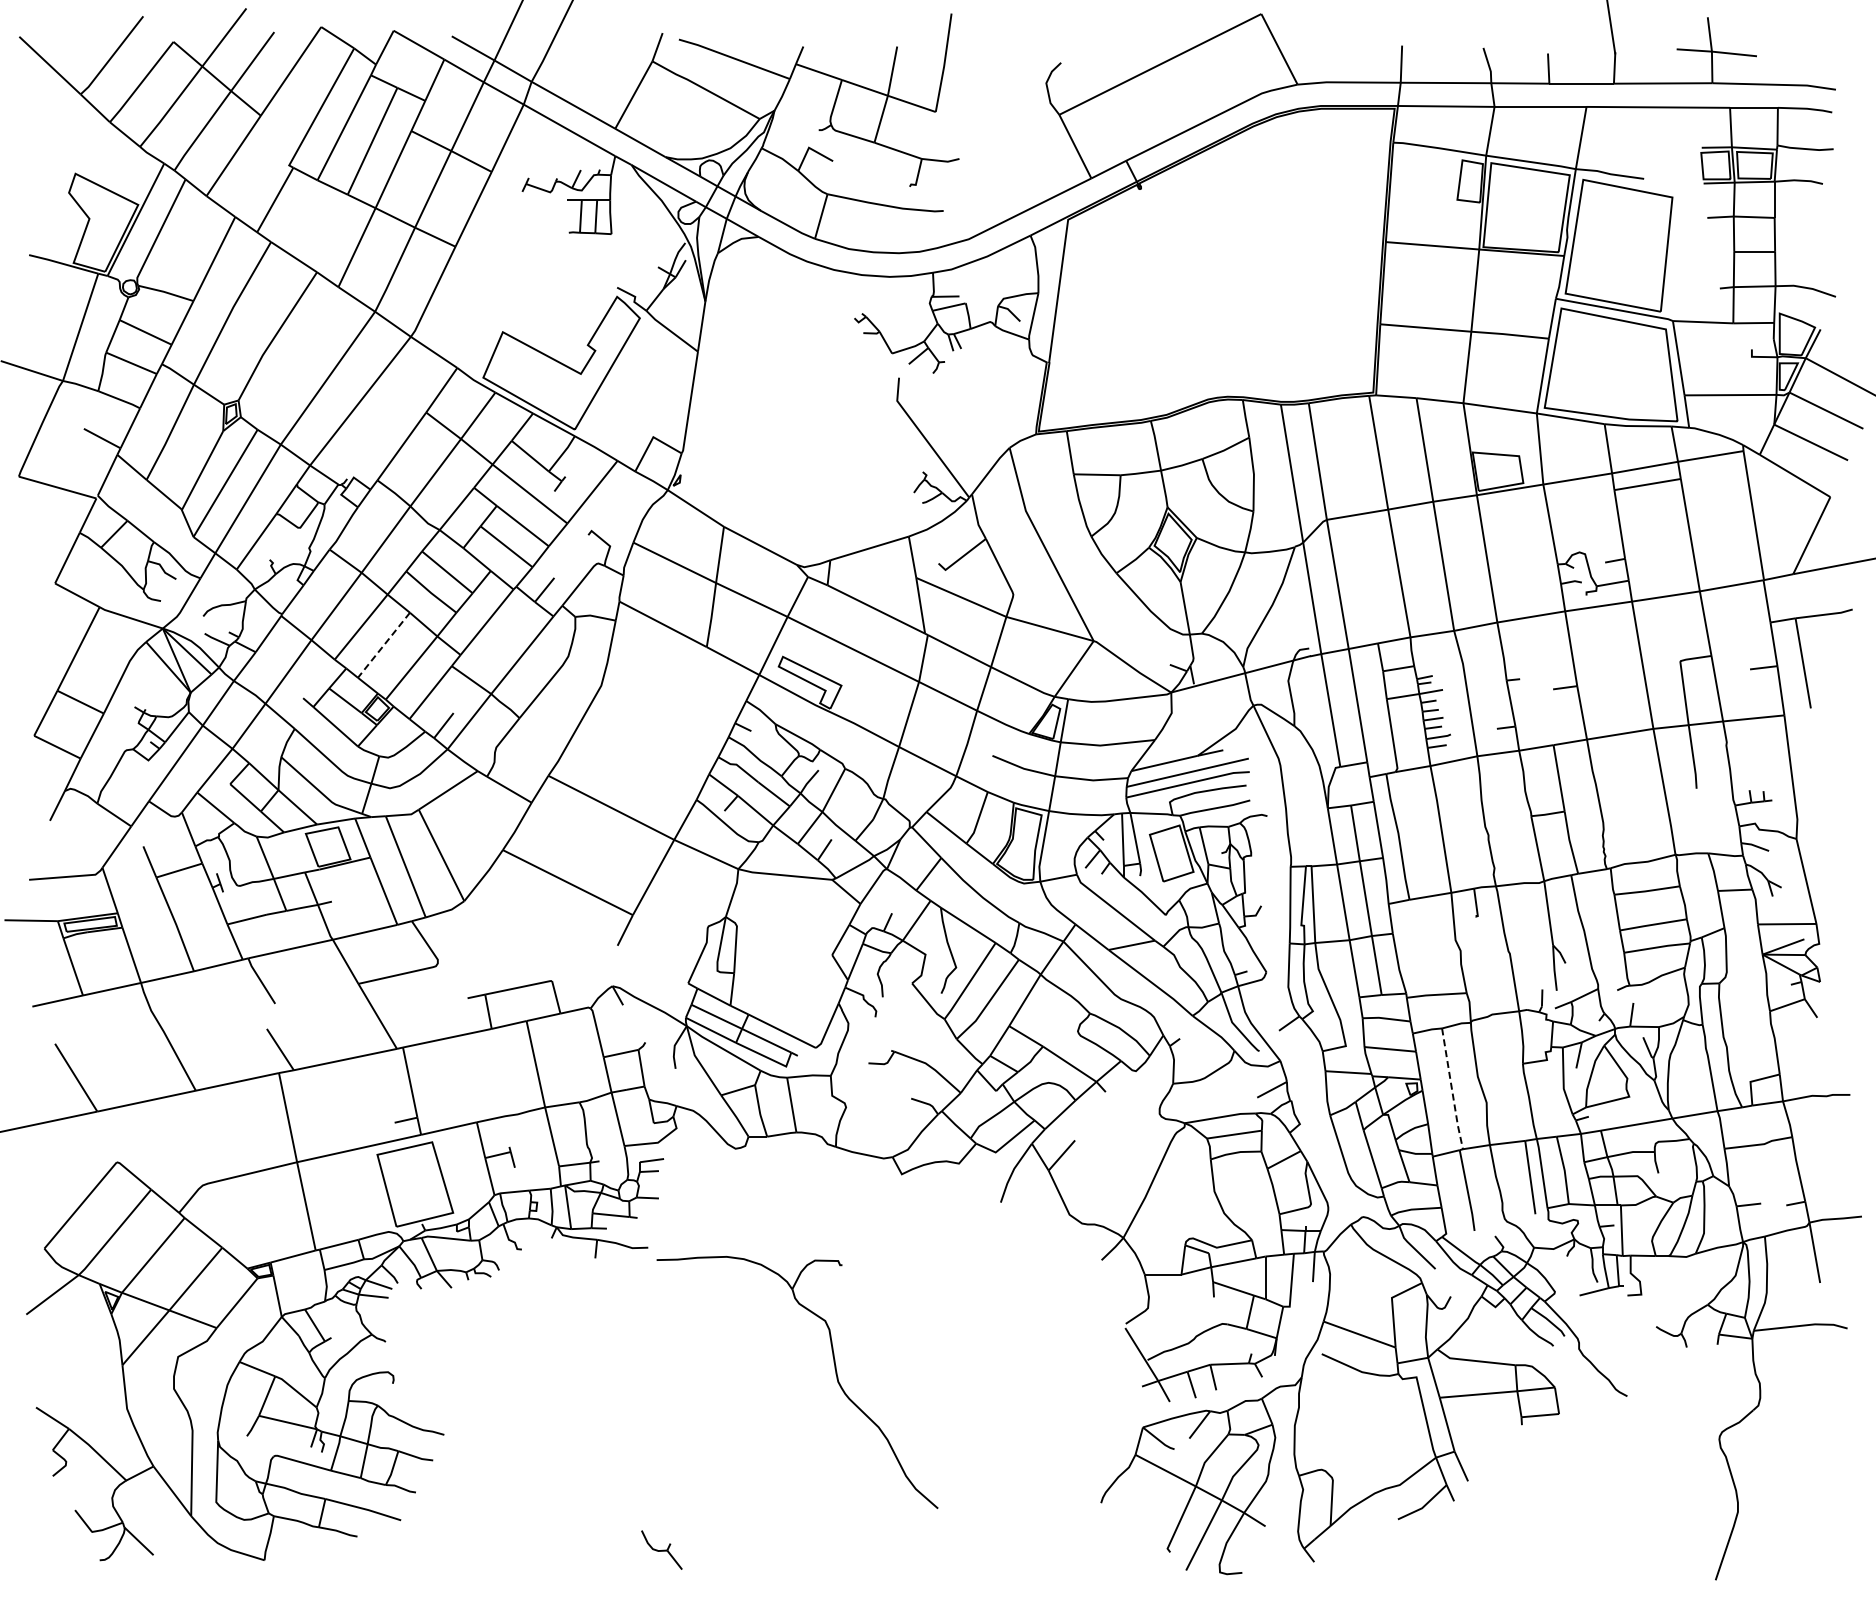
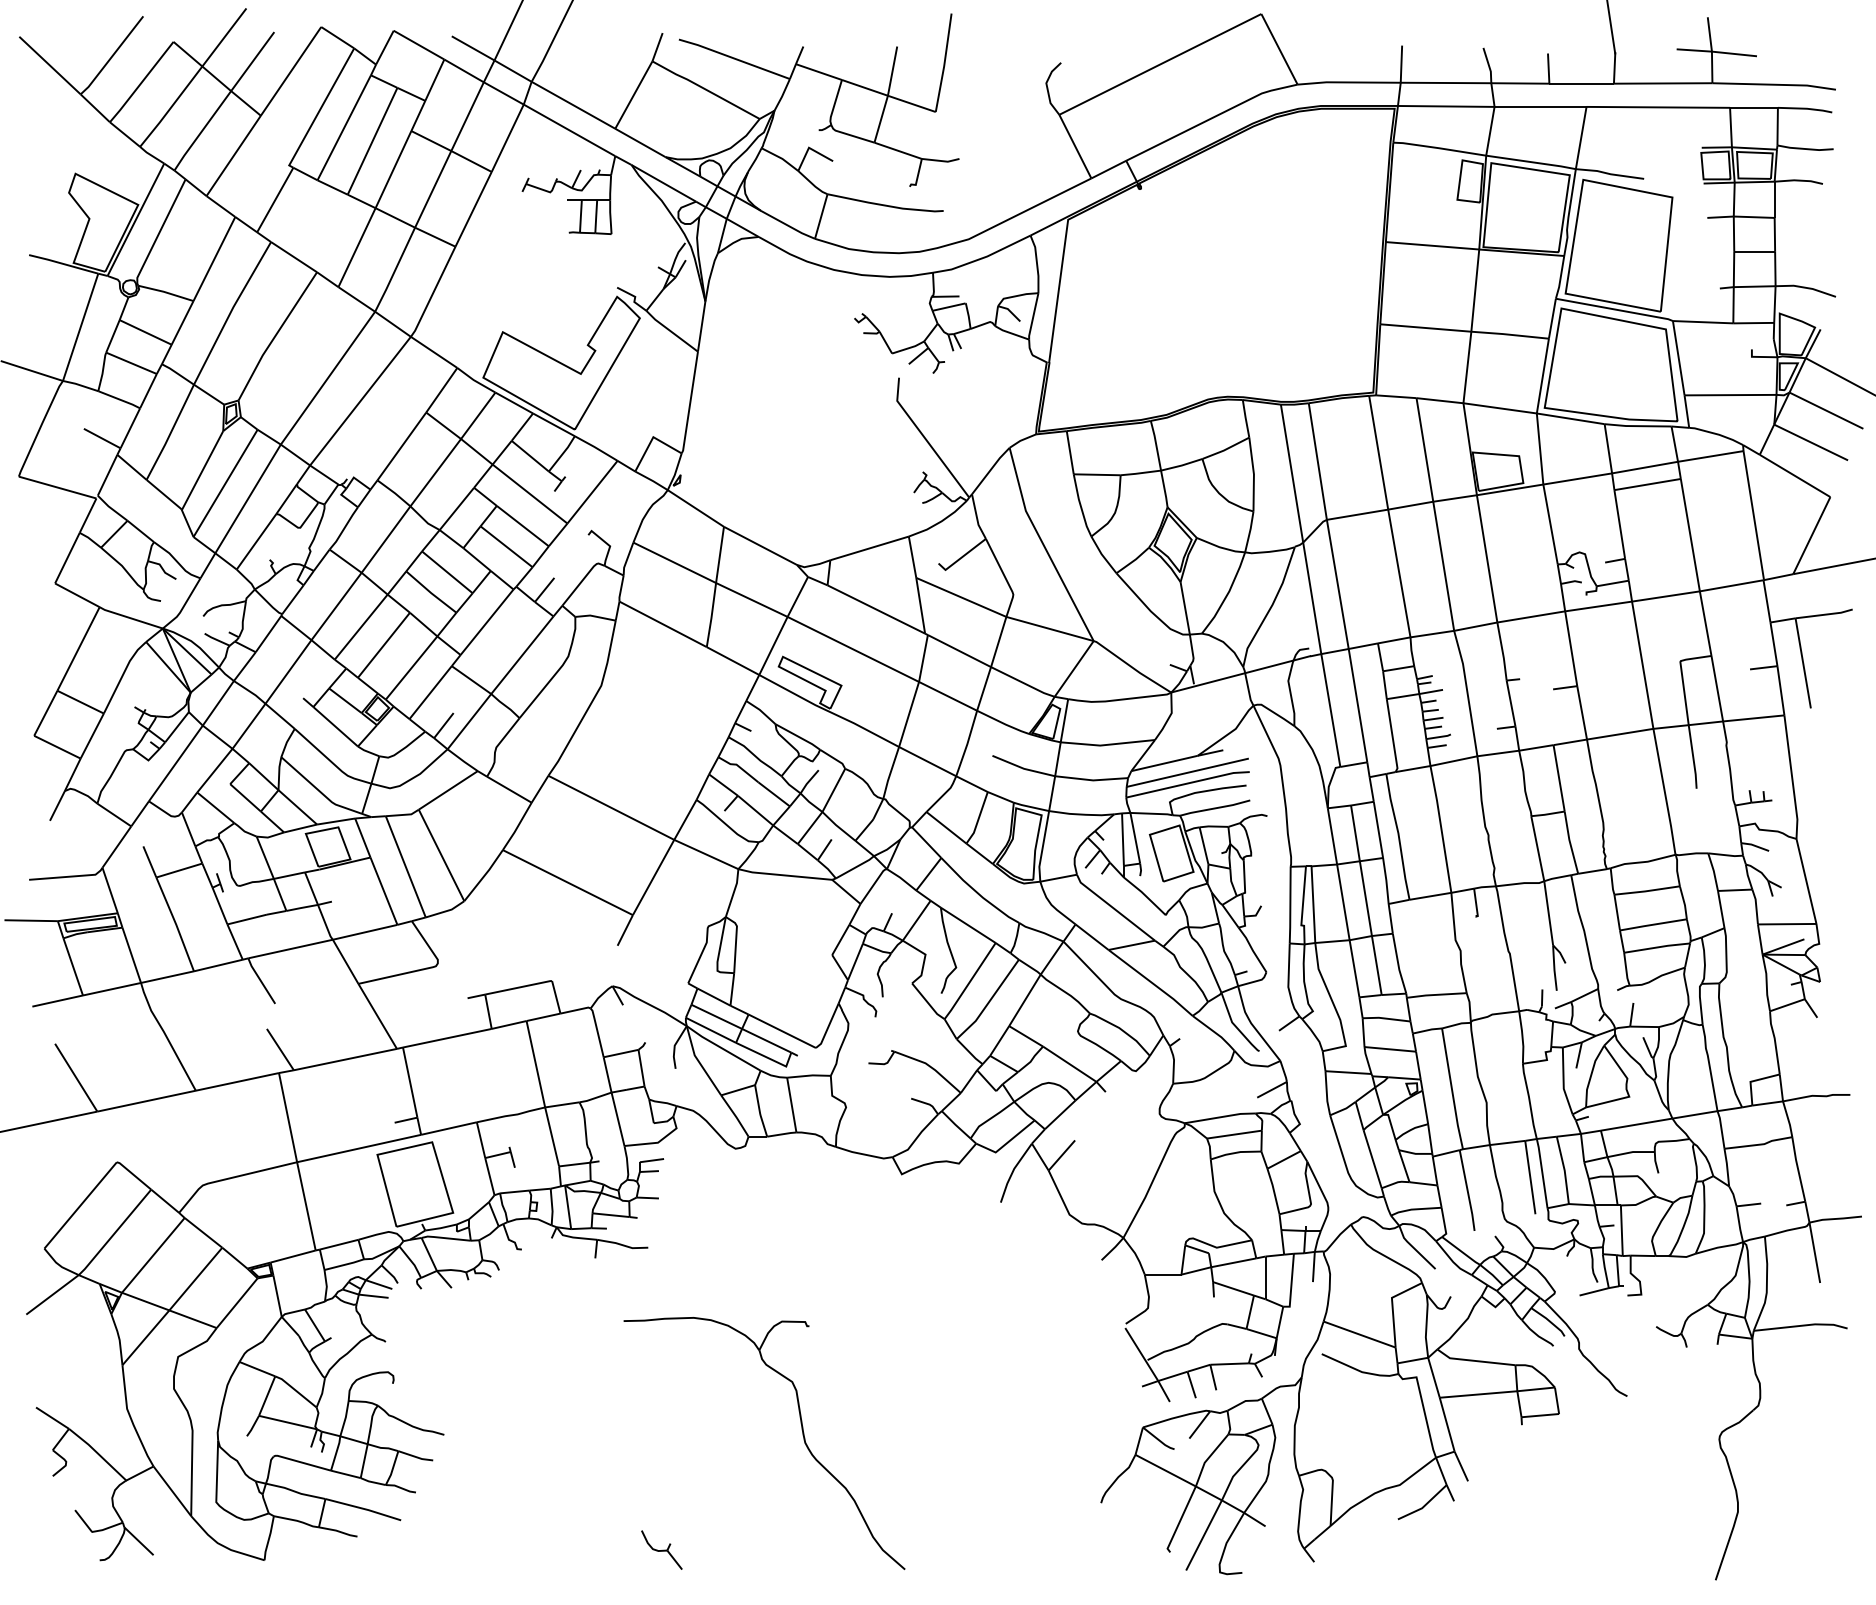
line at (383, 645): dashed -> solid
line at (1452, 1090): dashed -> solid
part at (835, 1374) position: (835, 1374) -> (802, 1435)
